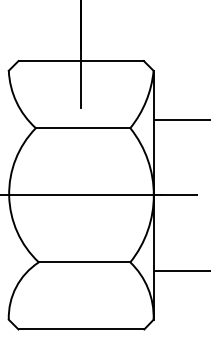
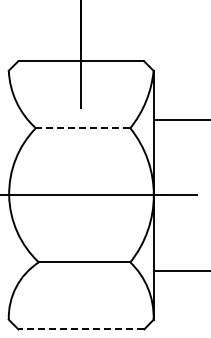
line at (82, 128): solid -> dashed
line at (81, 329): solid -> dashed
